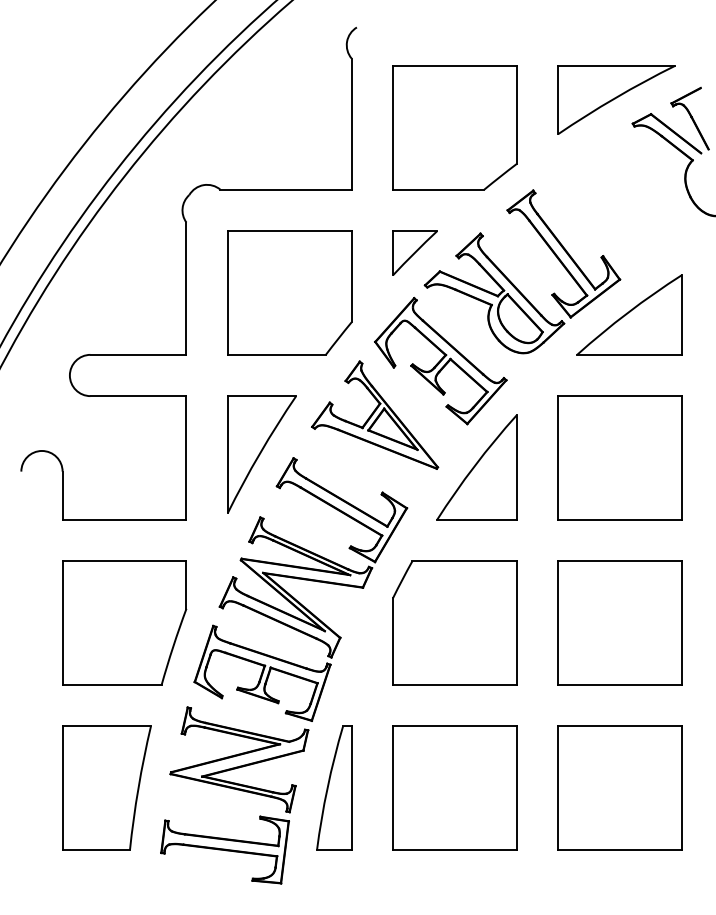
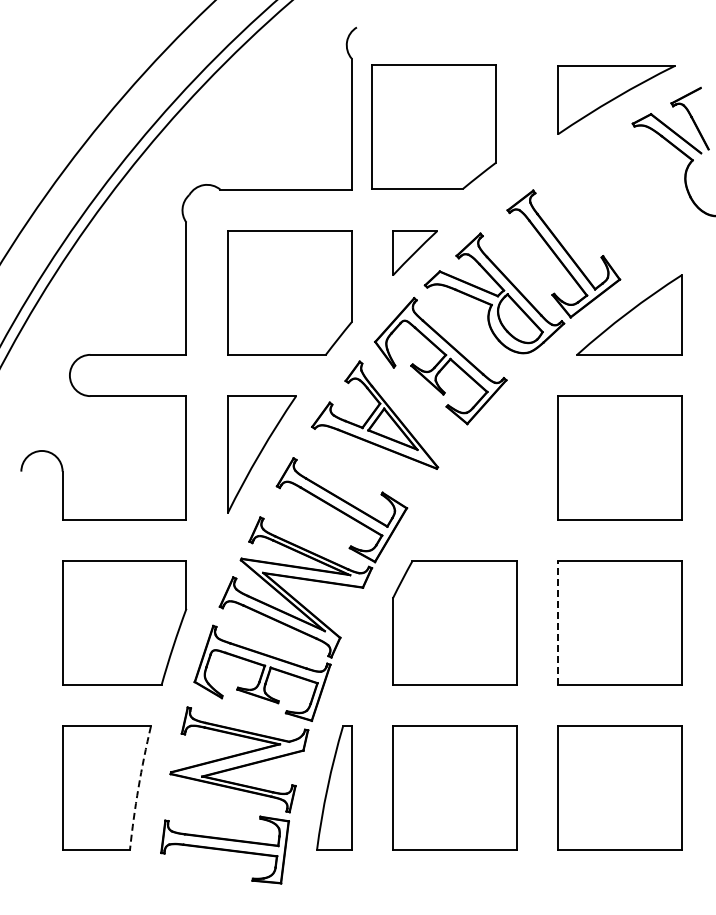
part at (454, 127) position: (454, 127) -> (433, 126)
part at (476, 467): present -> none
line at (558, 623): solid -> dashed
arc at (138, 788): solid -> dashed
